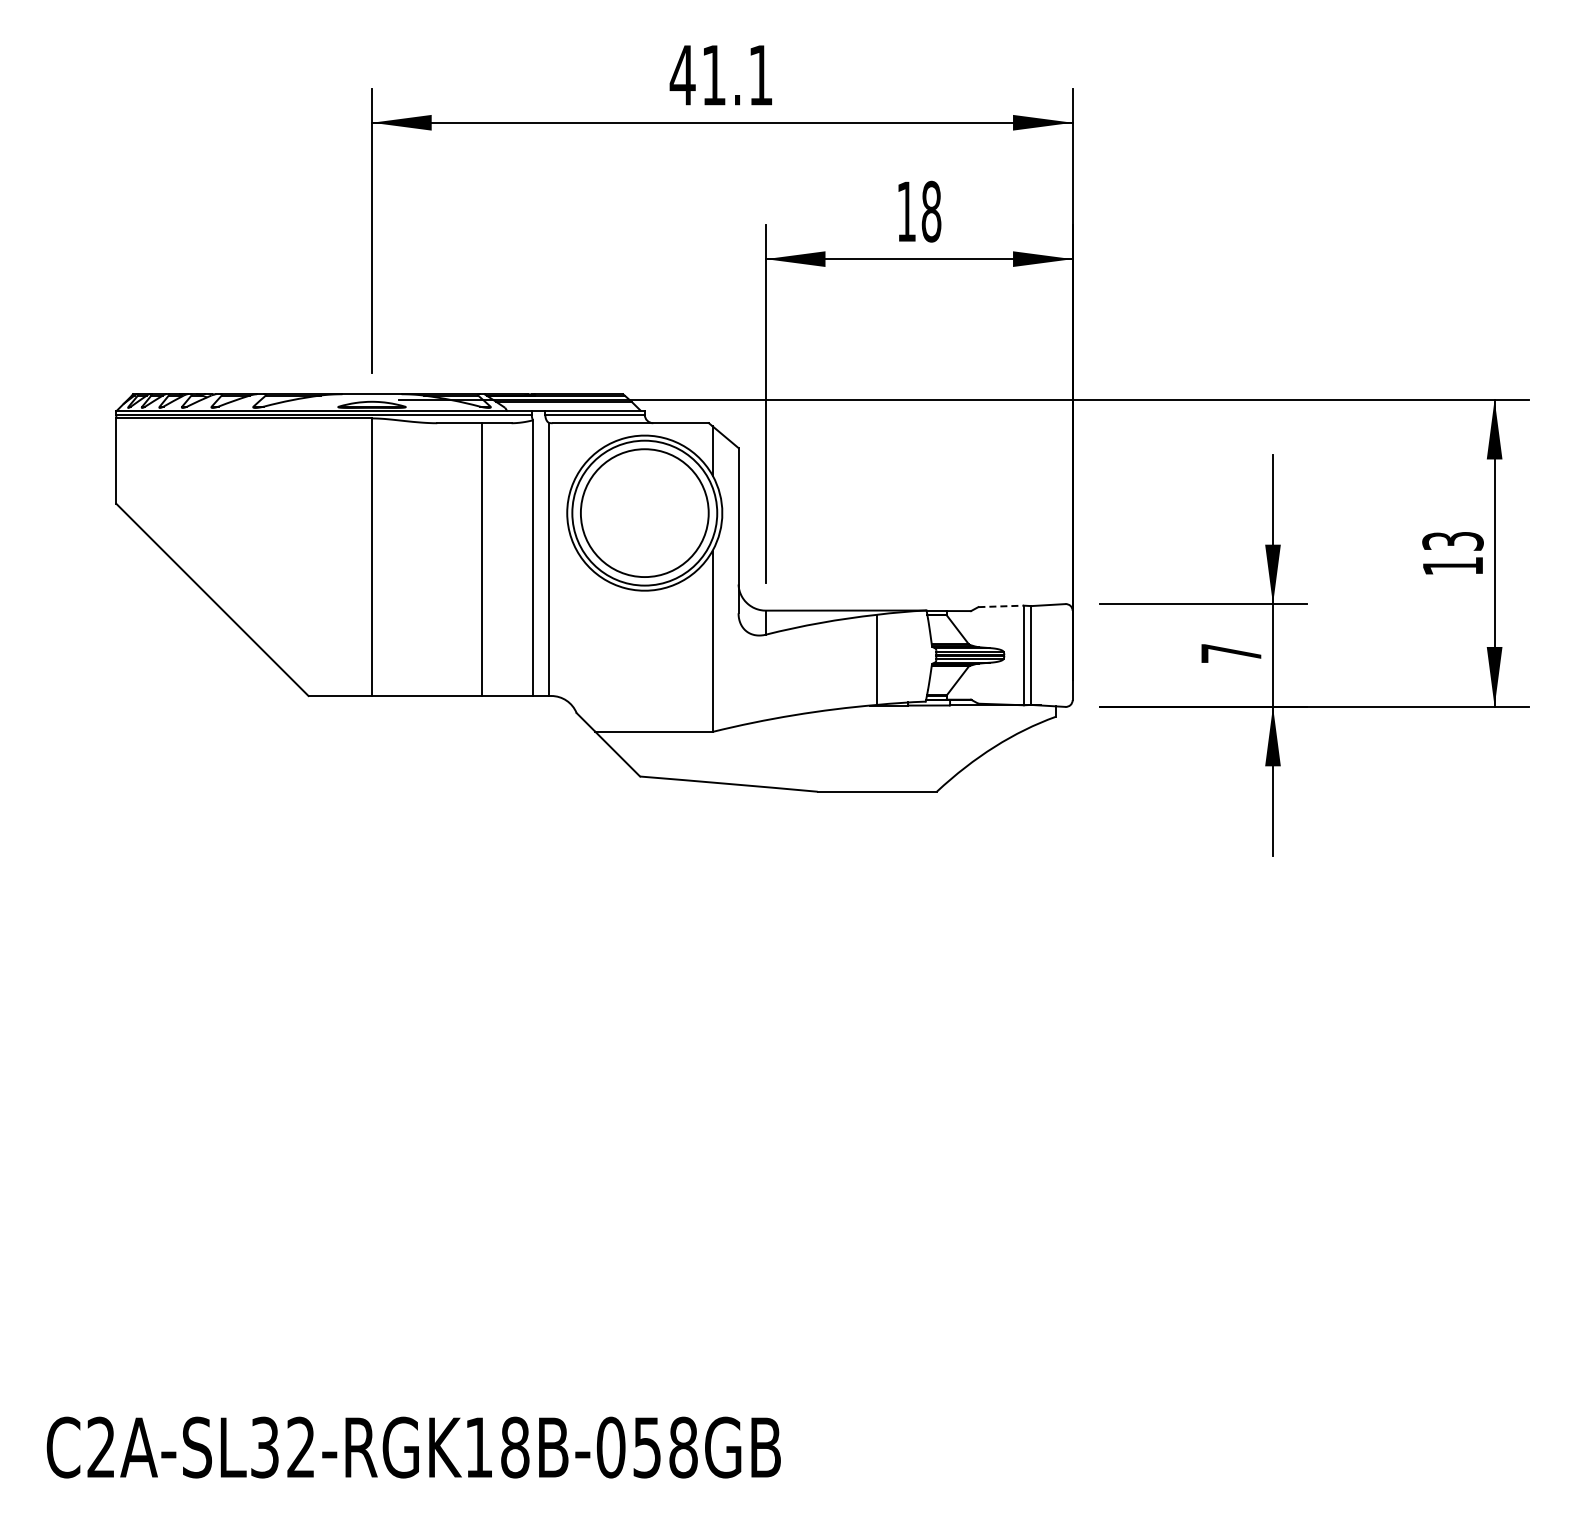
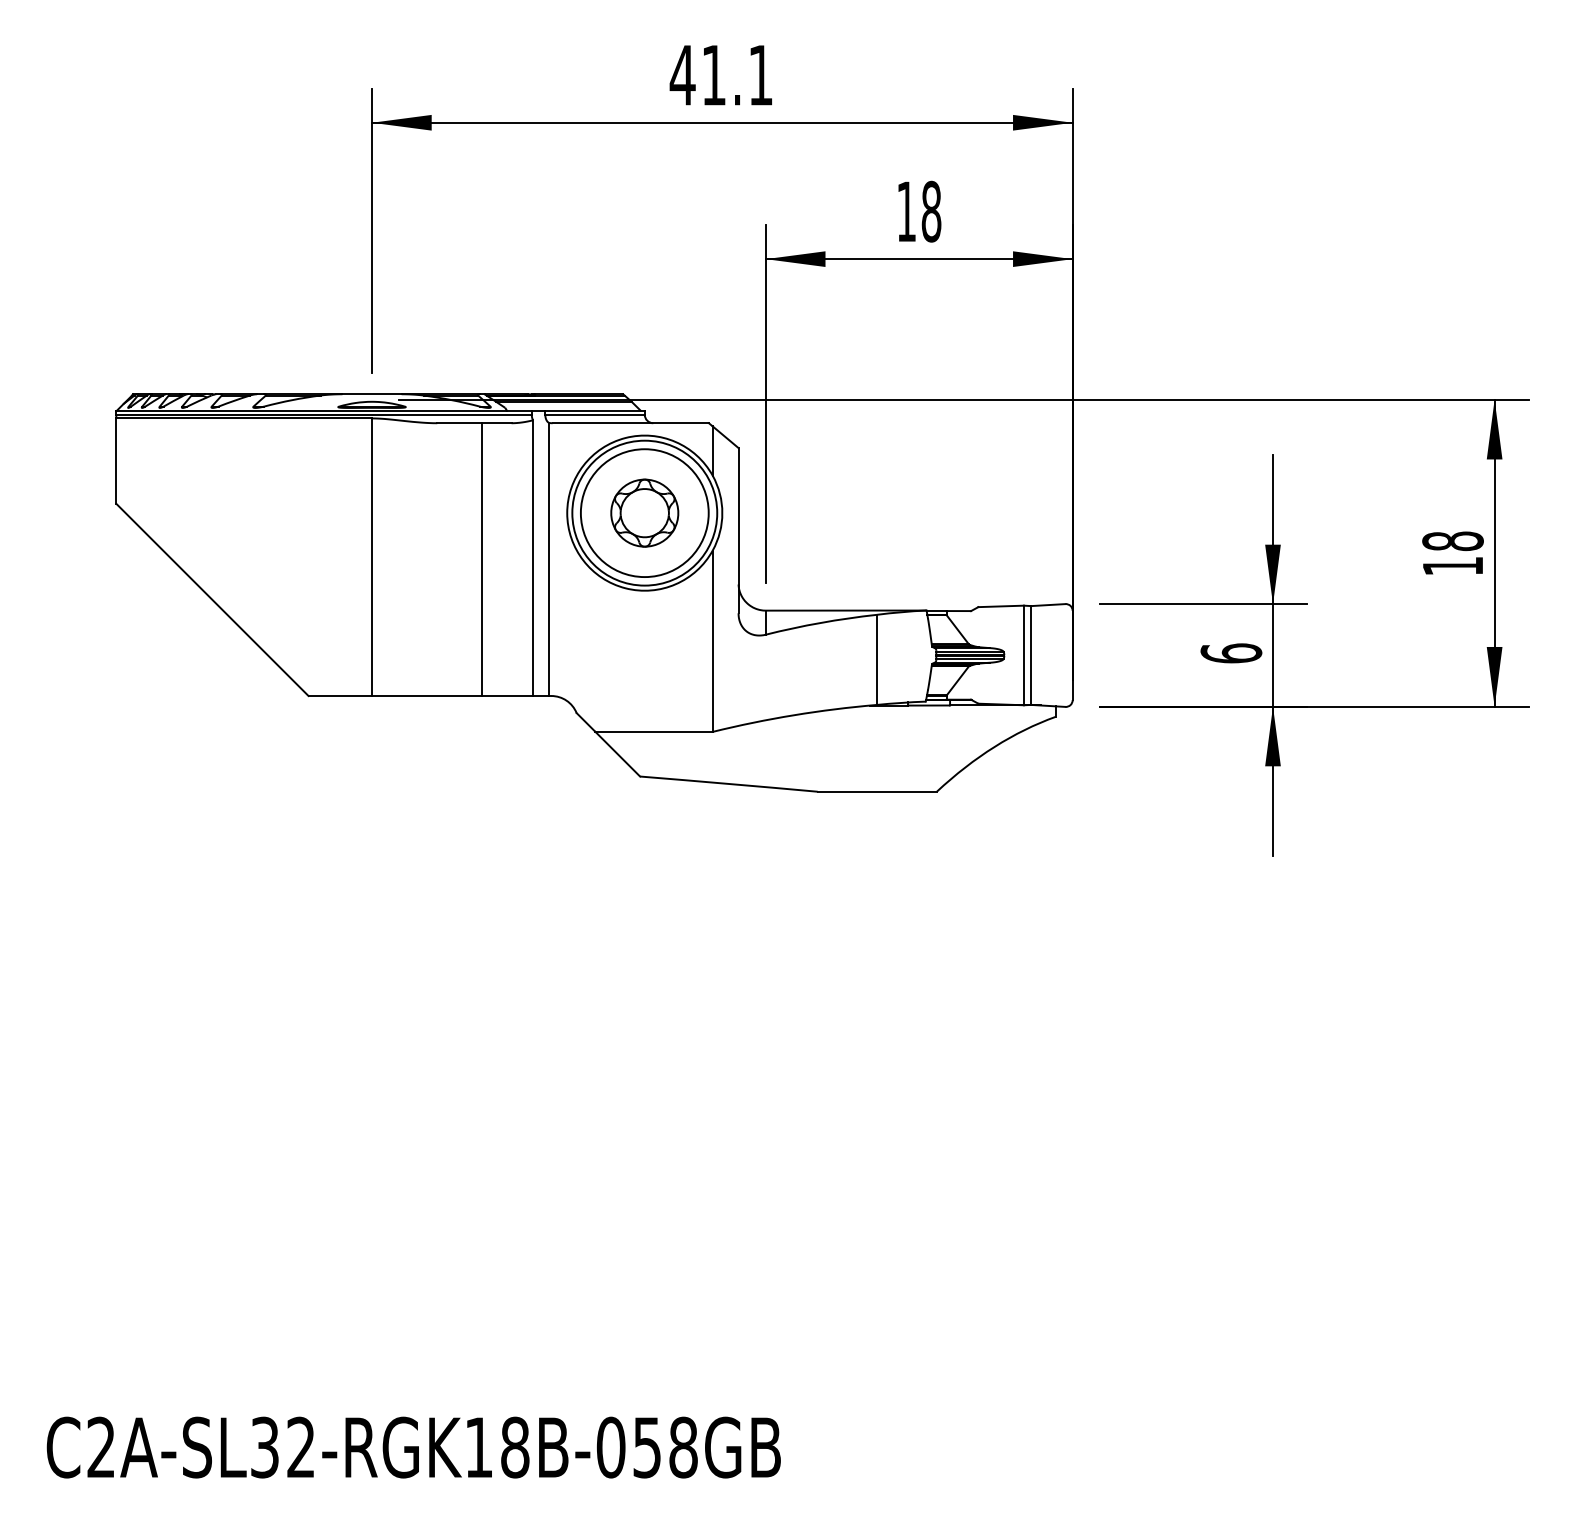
part at (644, 512): none -> present
text at (1452, 541): 13 -> 18
line at (1001, 606): dashed -> solid
text at (1231, 653): 7 -> 6
